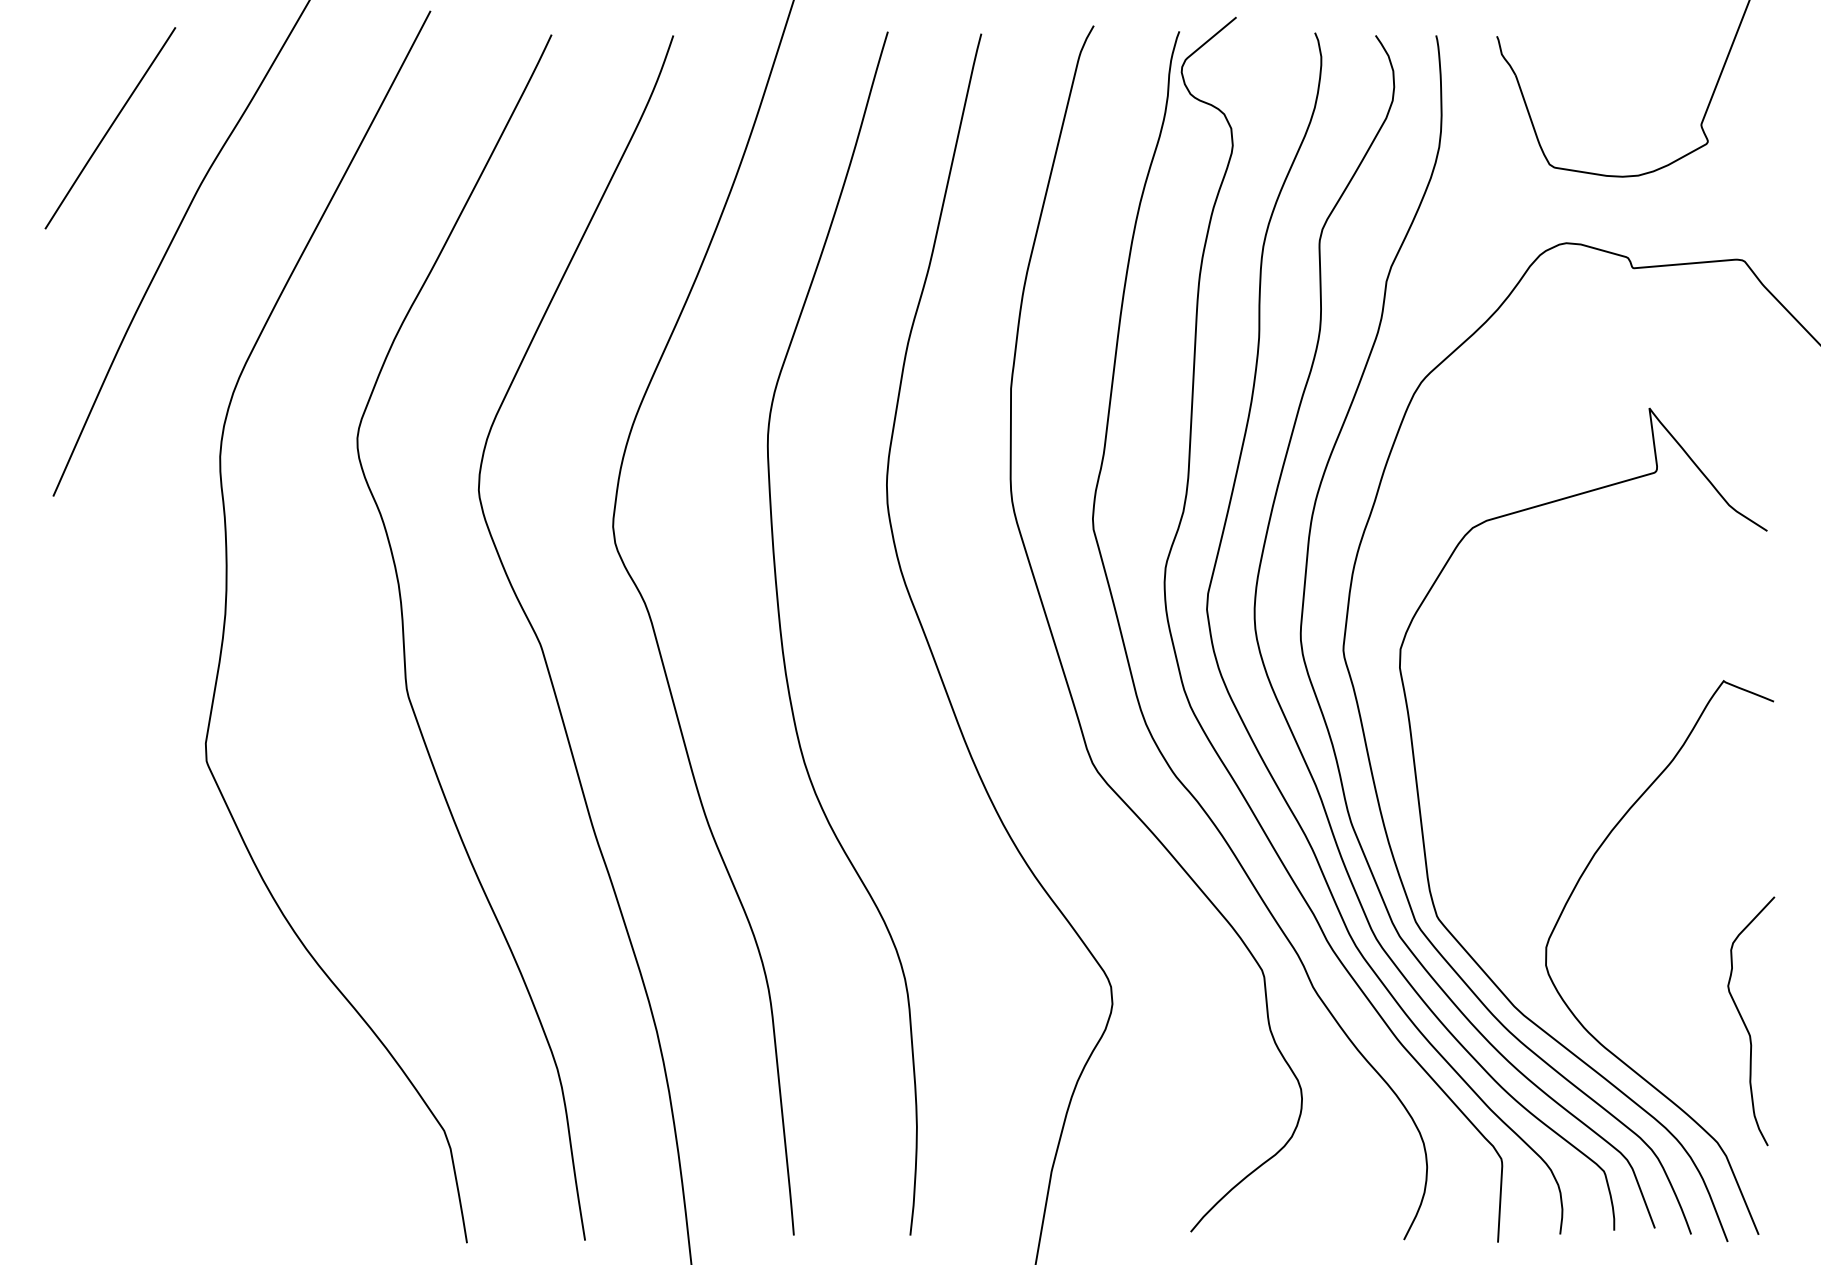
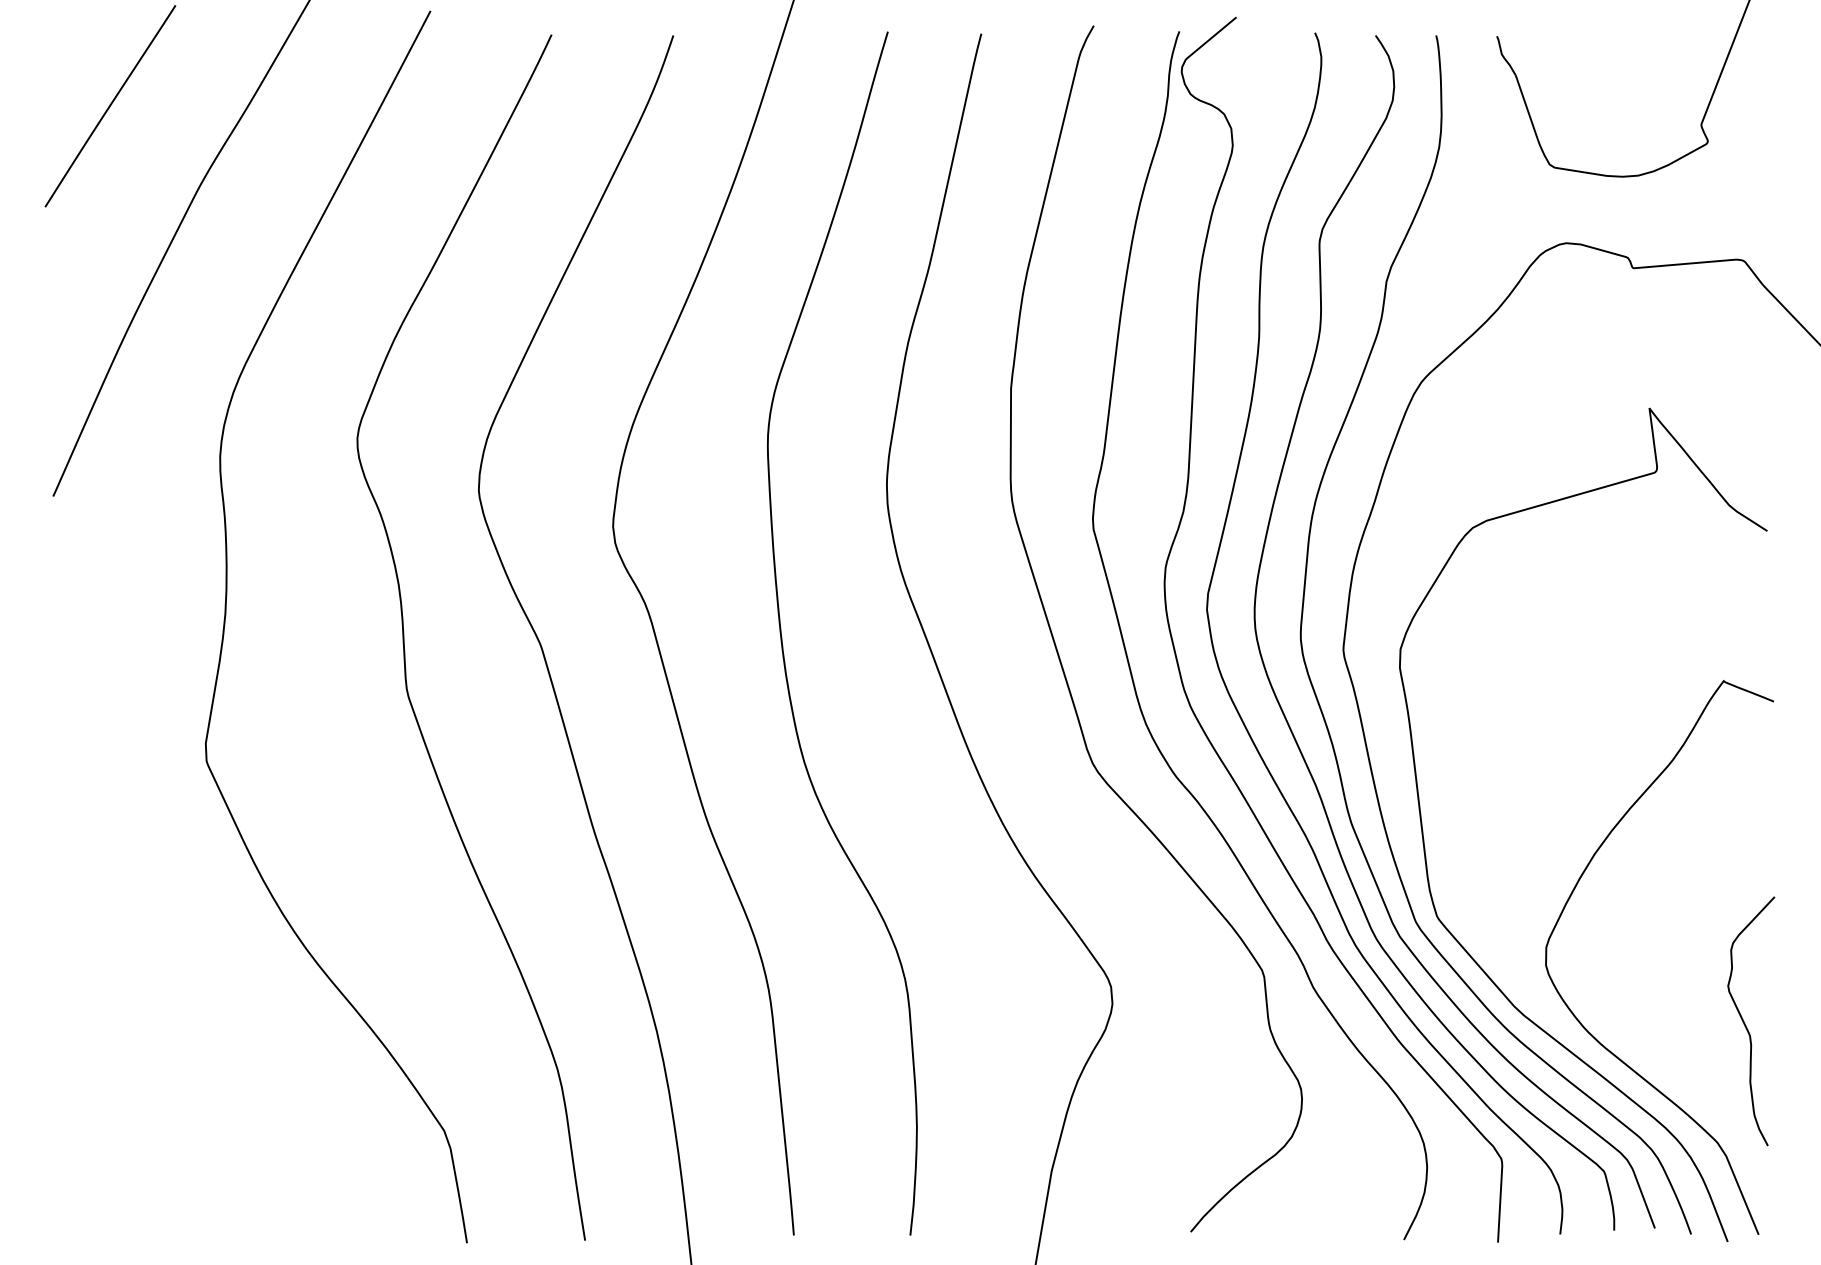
line at (110, 128) position: (110, 128) -> (110, 106)
